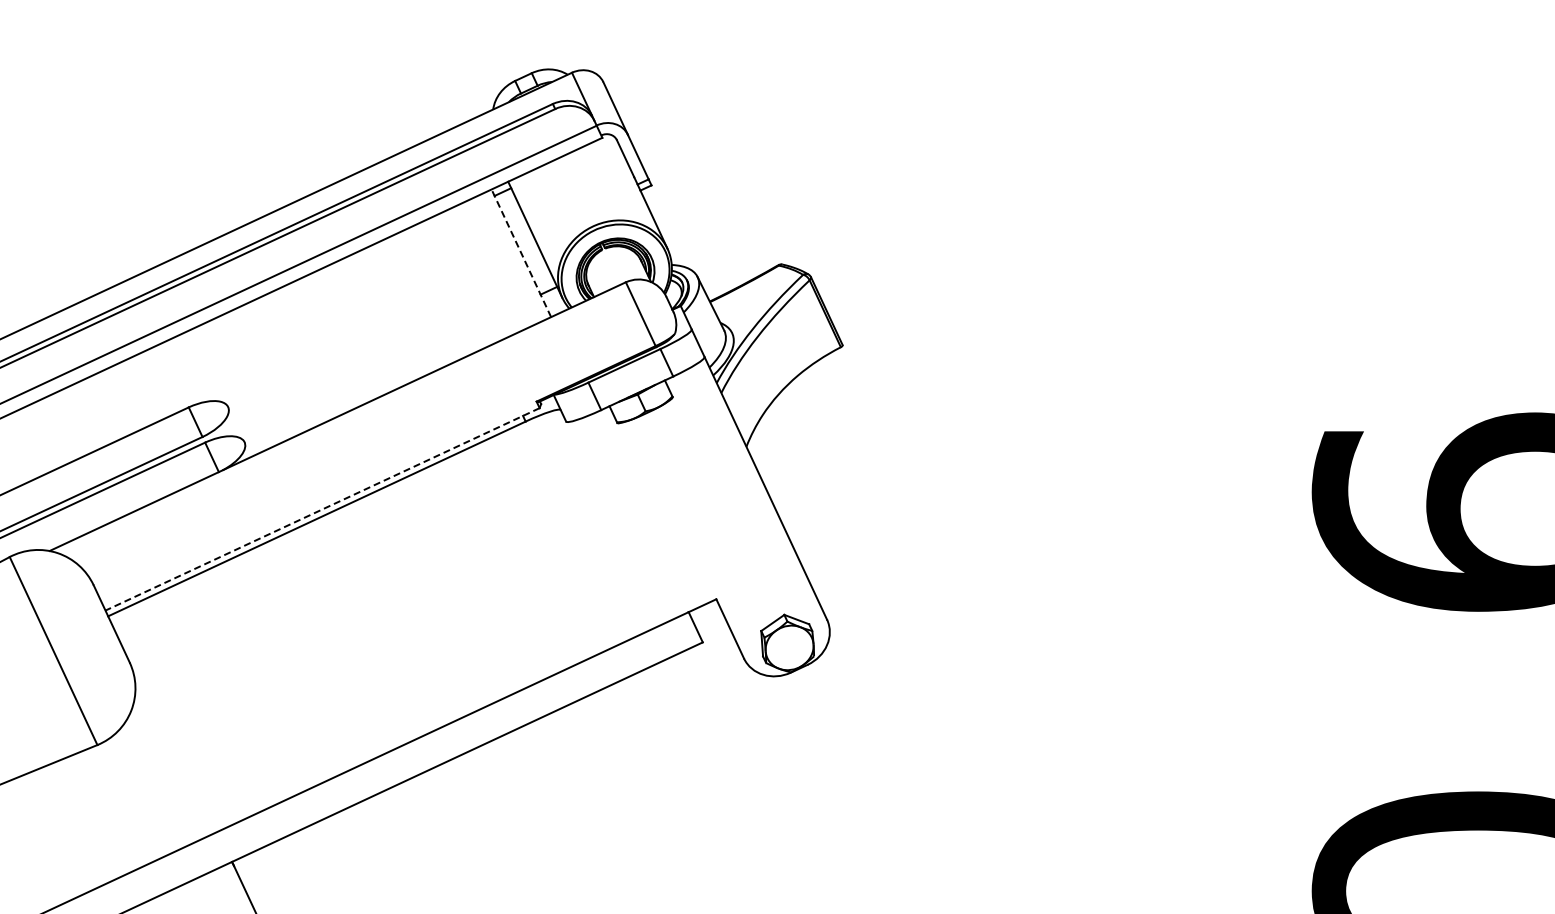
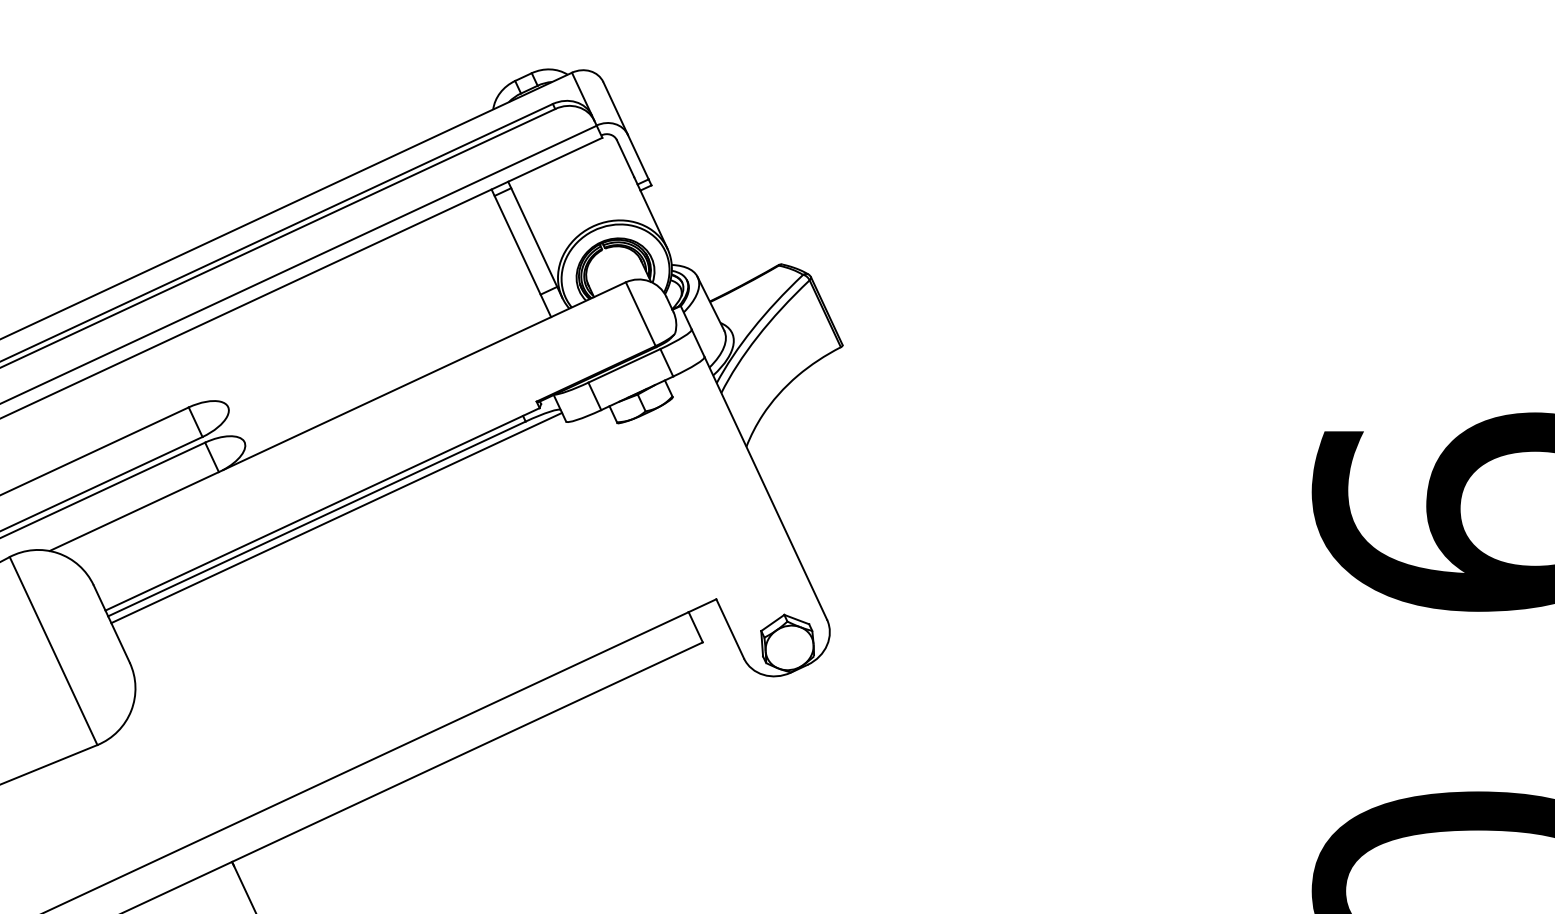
line at (521, 252): dashed -> solid
line at (322, 509): dashed -> solid
line at (336, 517): none -> present
